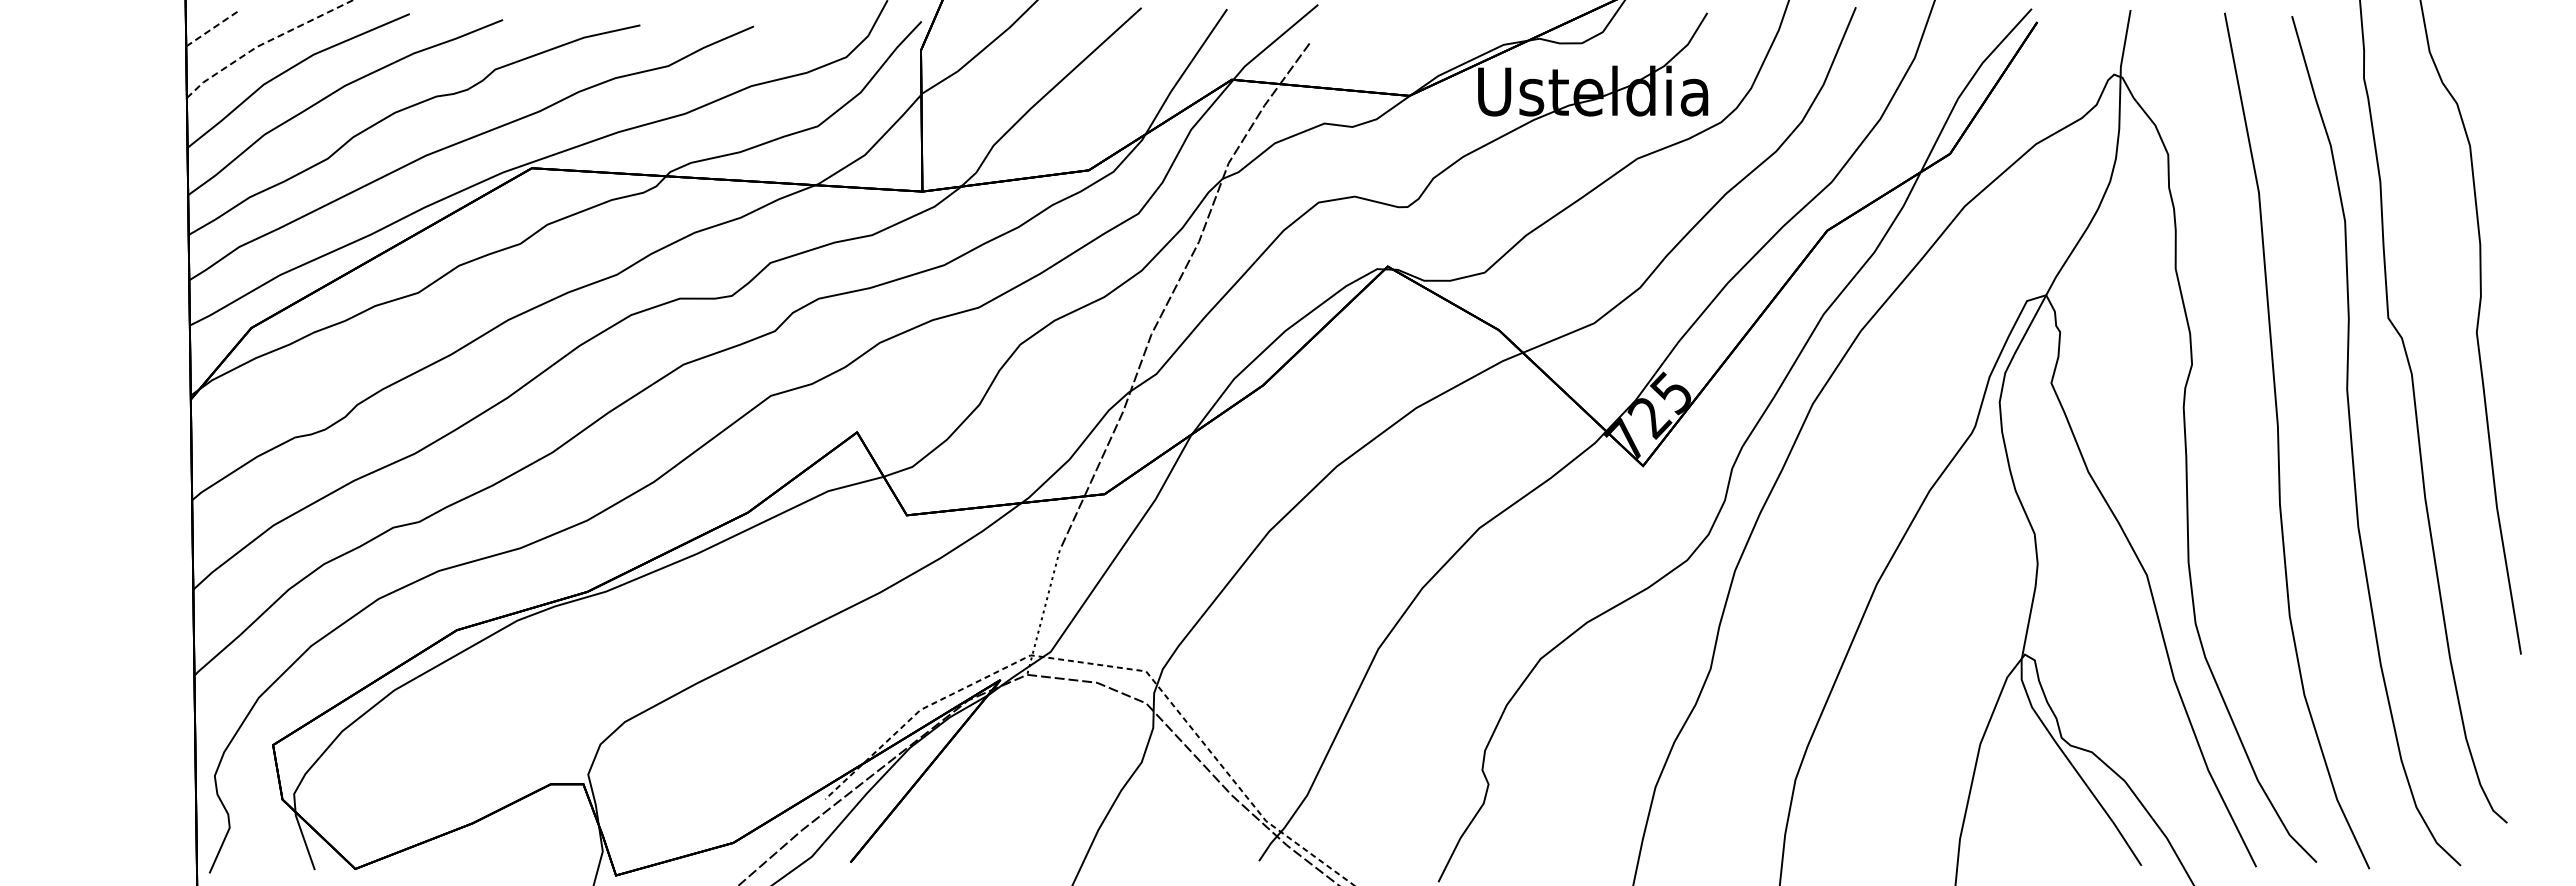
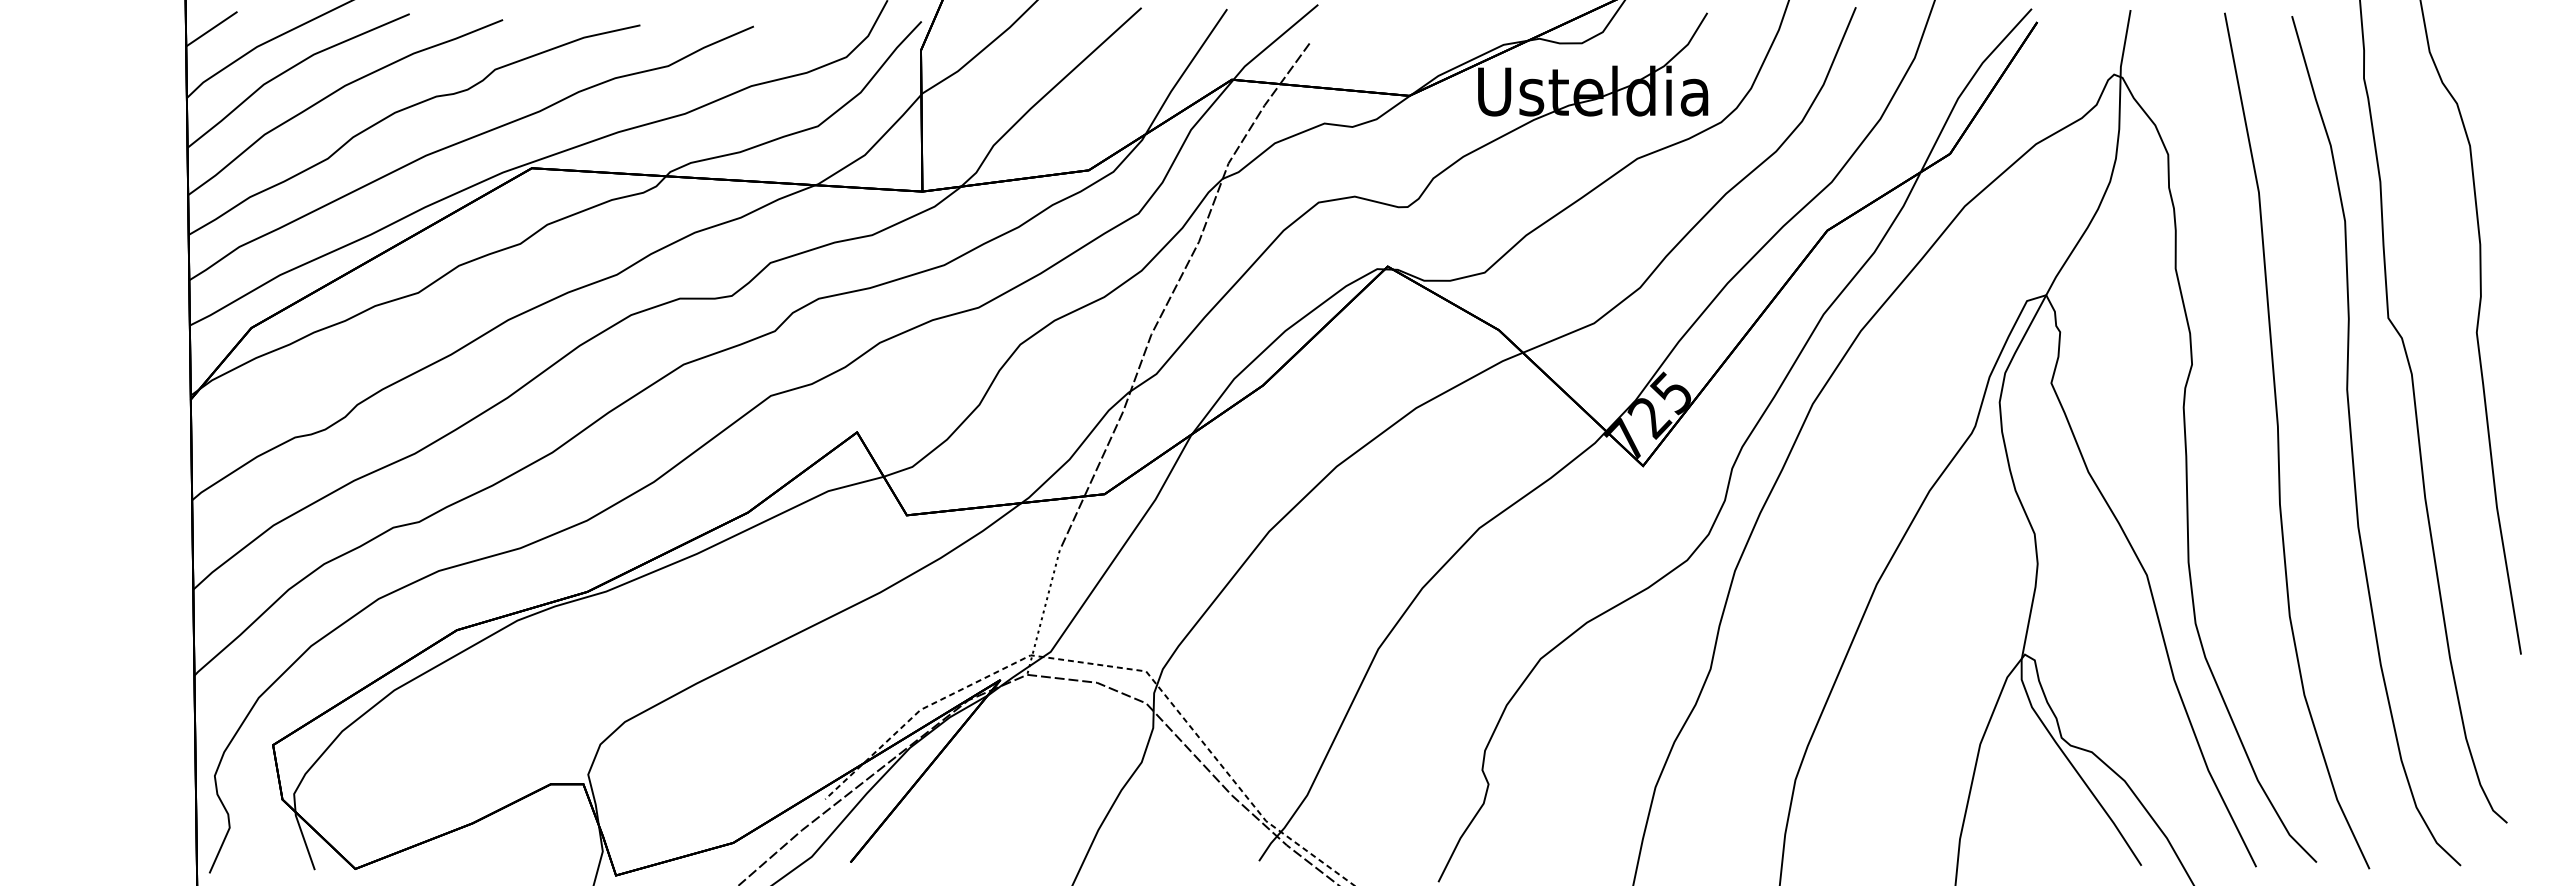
line at (211, 29): dashed -> solid
line at (265, 42): dashed -> solid
